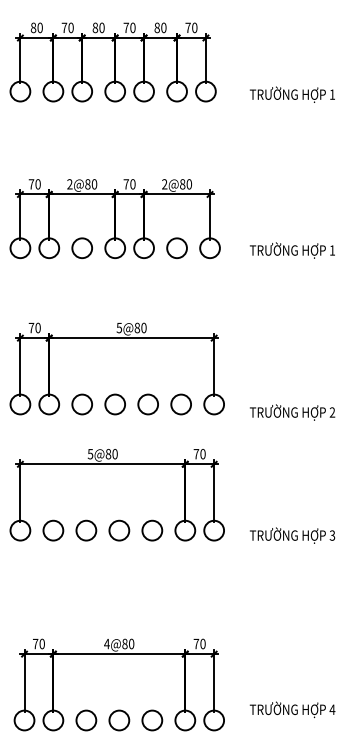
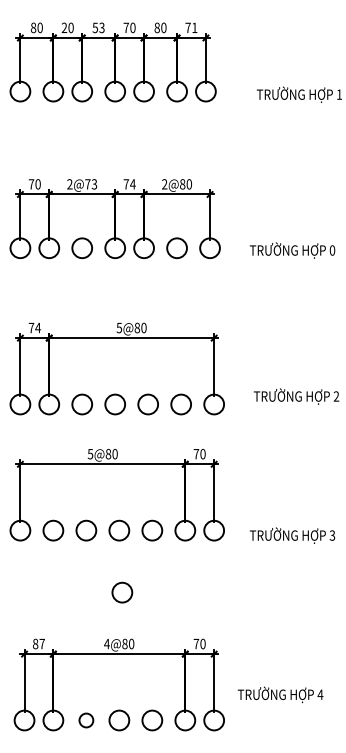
text at (64, 27): 70 -> 20
text at (98, 27): 80 -> 53
text at (194, 27): 70 -> 71
text at (291, 94) position: (291, 94) -> (298, 94)
text at (91, 184): 2@80 -> 2@73
text at (132, 184): 70 -> 74
text at (332, 250): 1 -> 0
text at (37, 327): 70 -> 74
text at (292, 412) position: (292, 412) -> (296, 396)
circle at (122, 592): none -> present
text at (38, 643): 70 -> 87
text at (292, 709) position: (292, 709) -> (280, 694)
circle at (86, 720) size: 23x23 px -> 17x17 px
